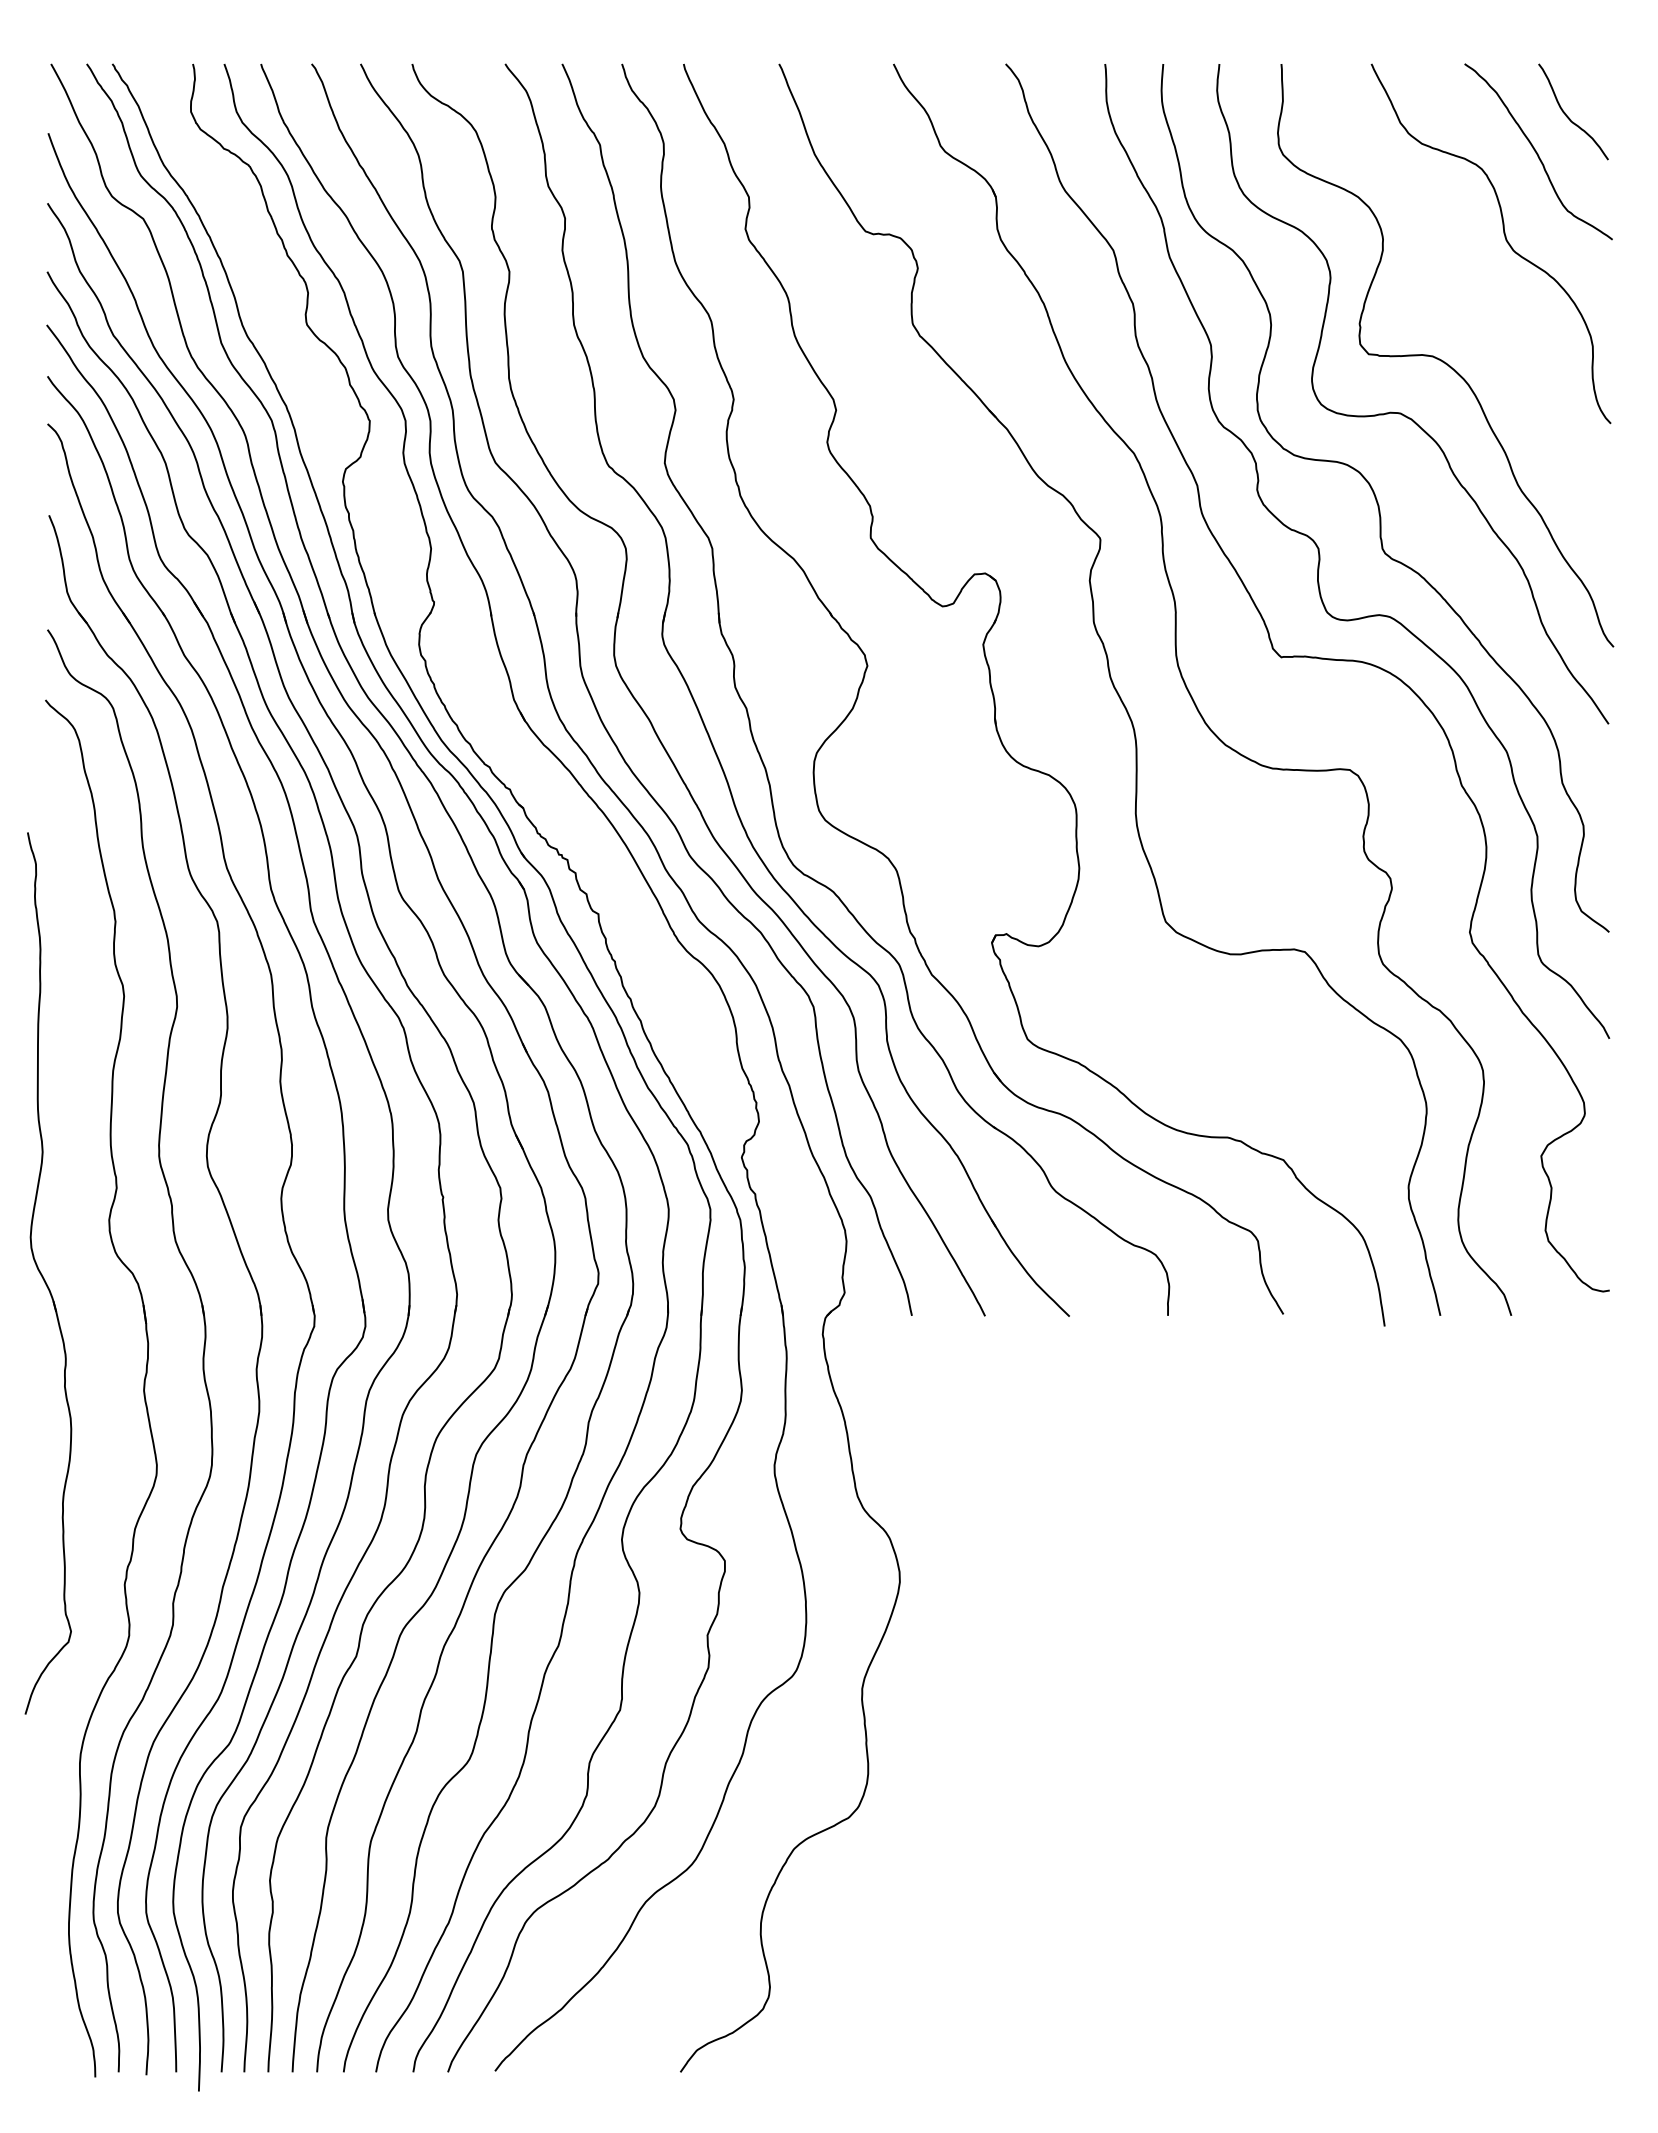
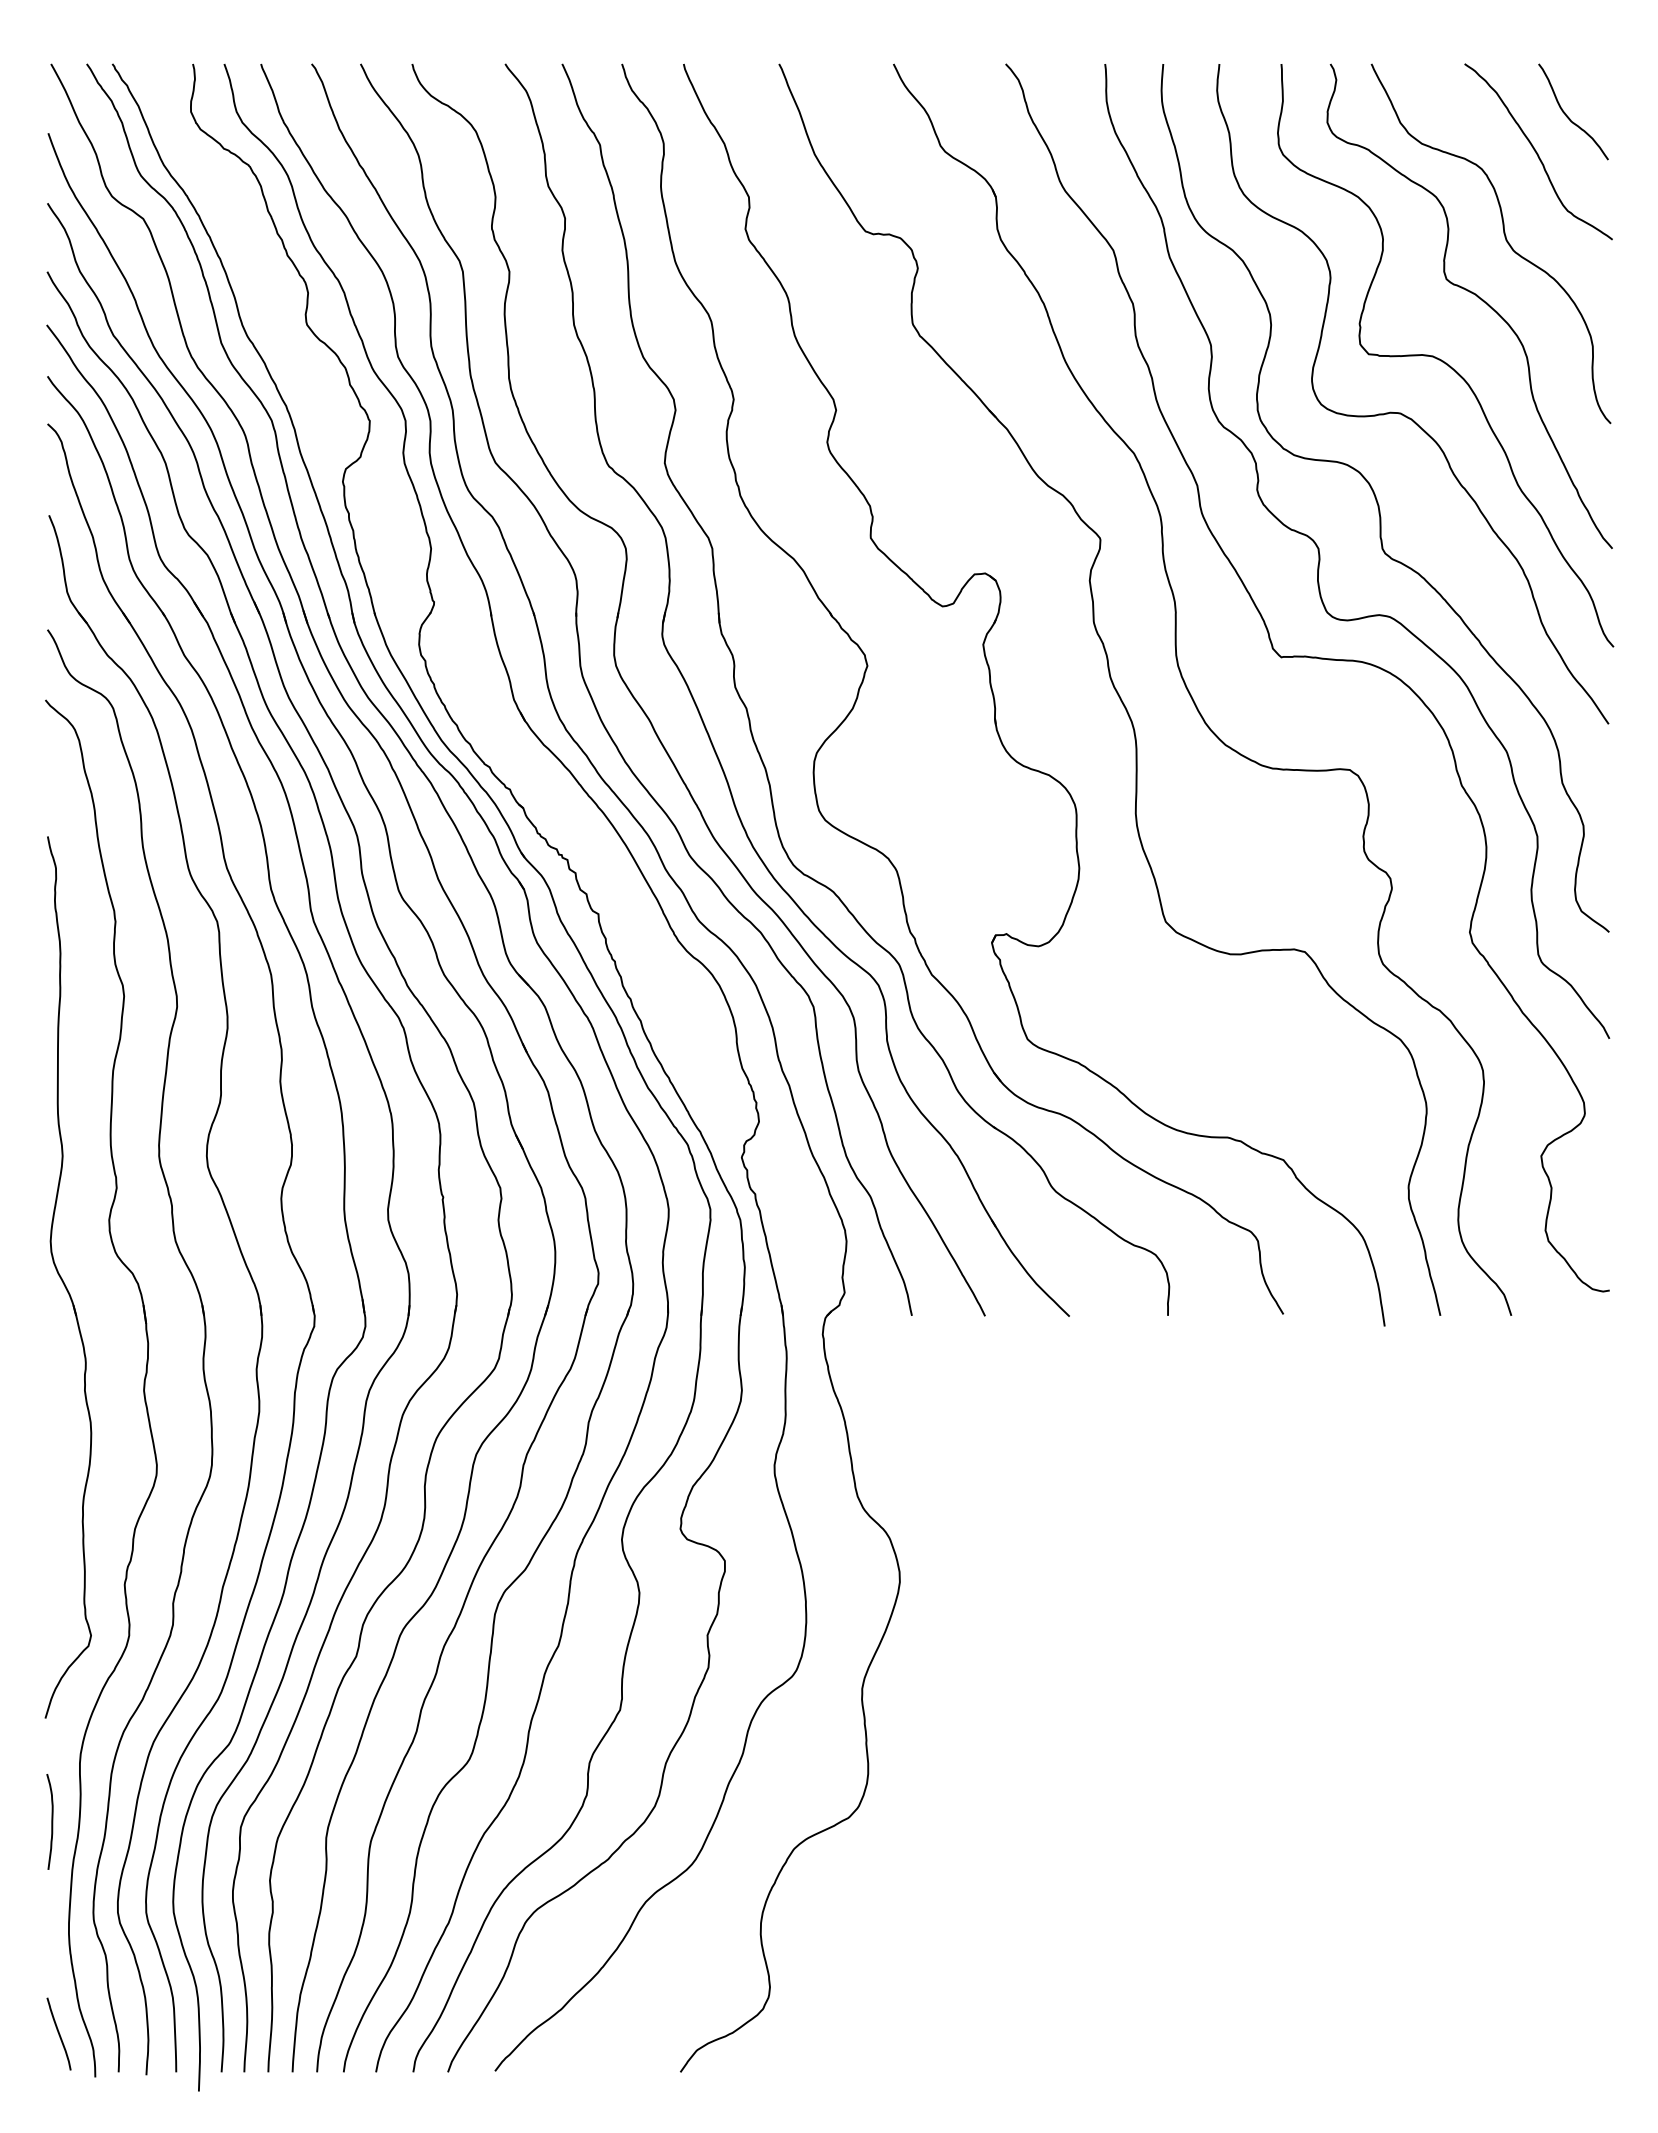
curve at (1477, 297): none -> present
part at (48, 1273) position: (48, 1273) -> (68, 1277)
curve at (51, 1821): none -> present
curve at (58, 2033): none -> present
